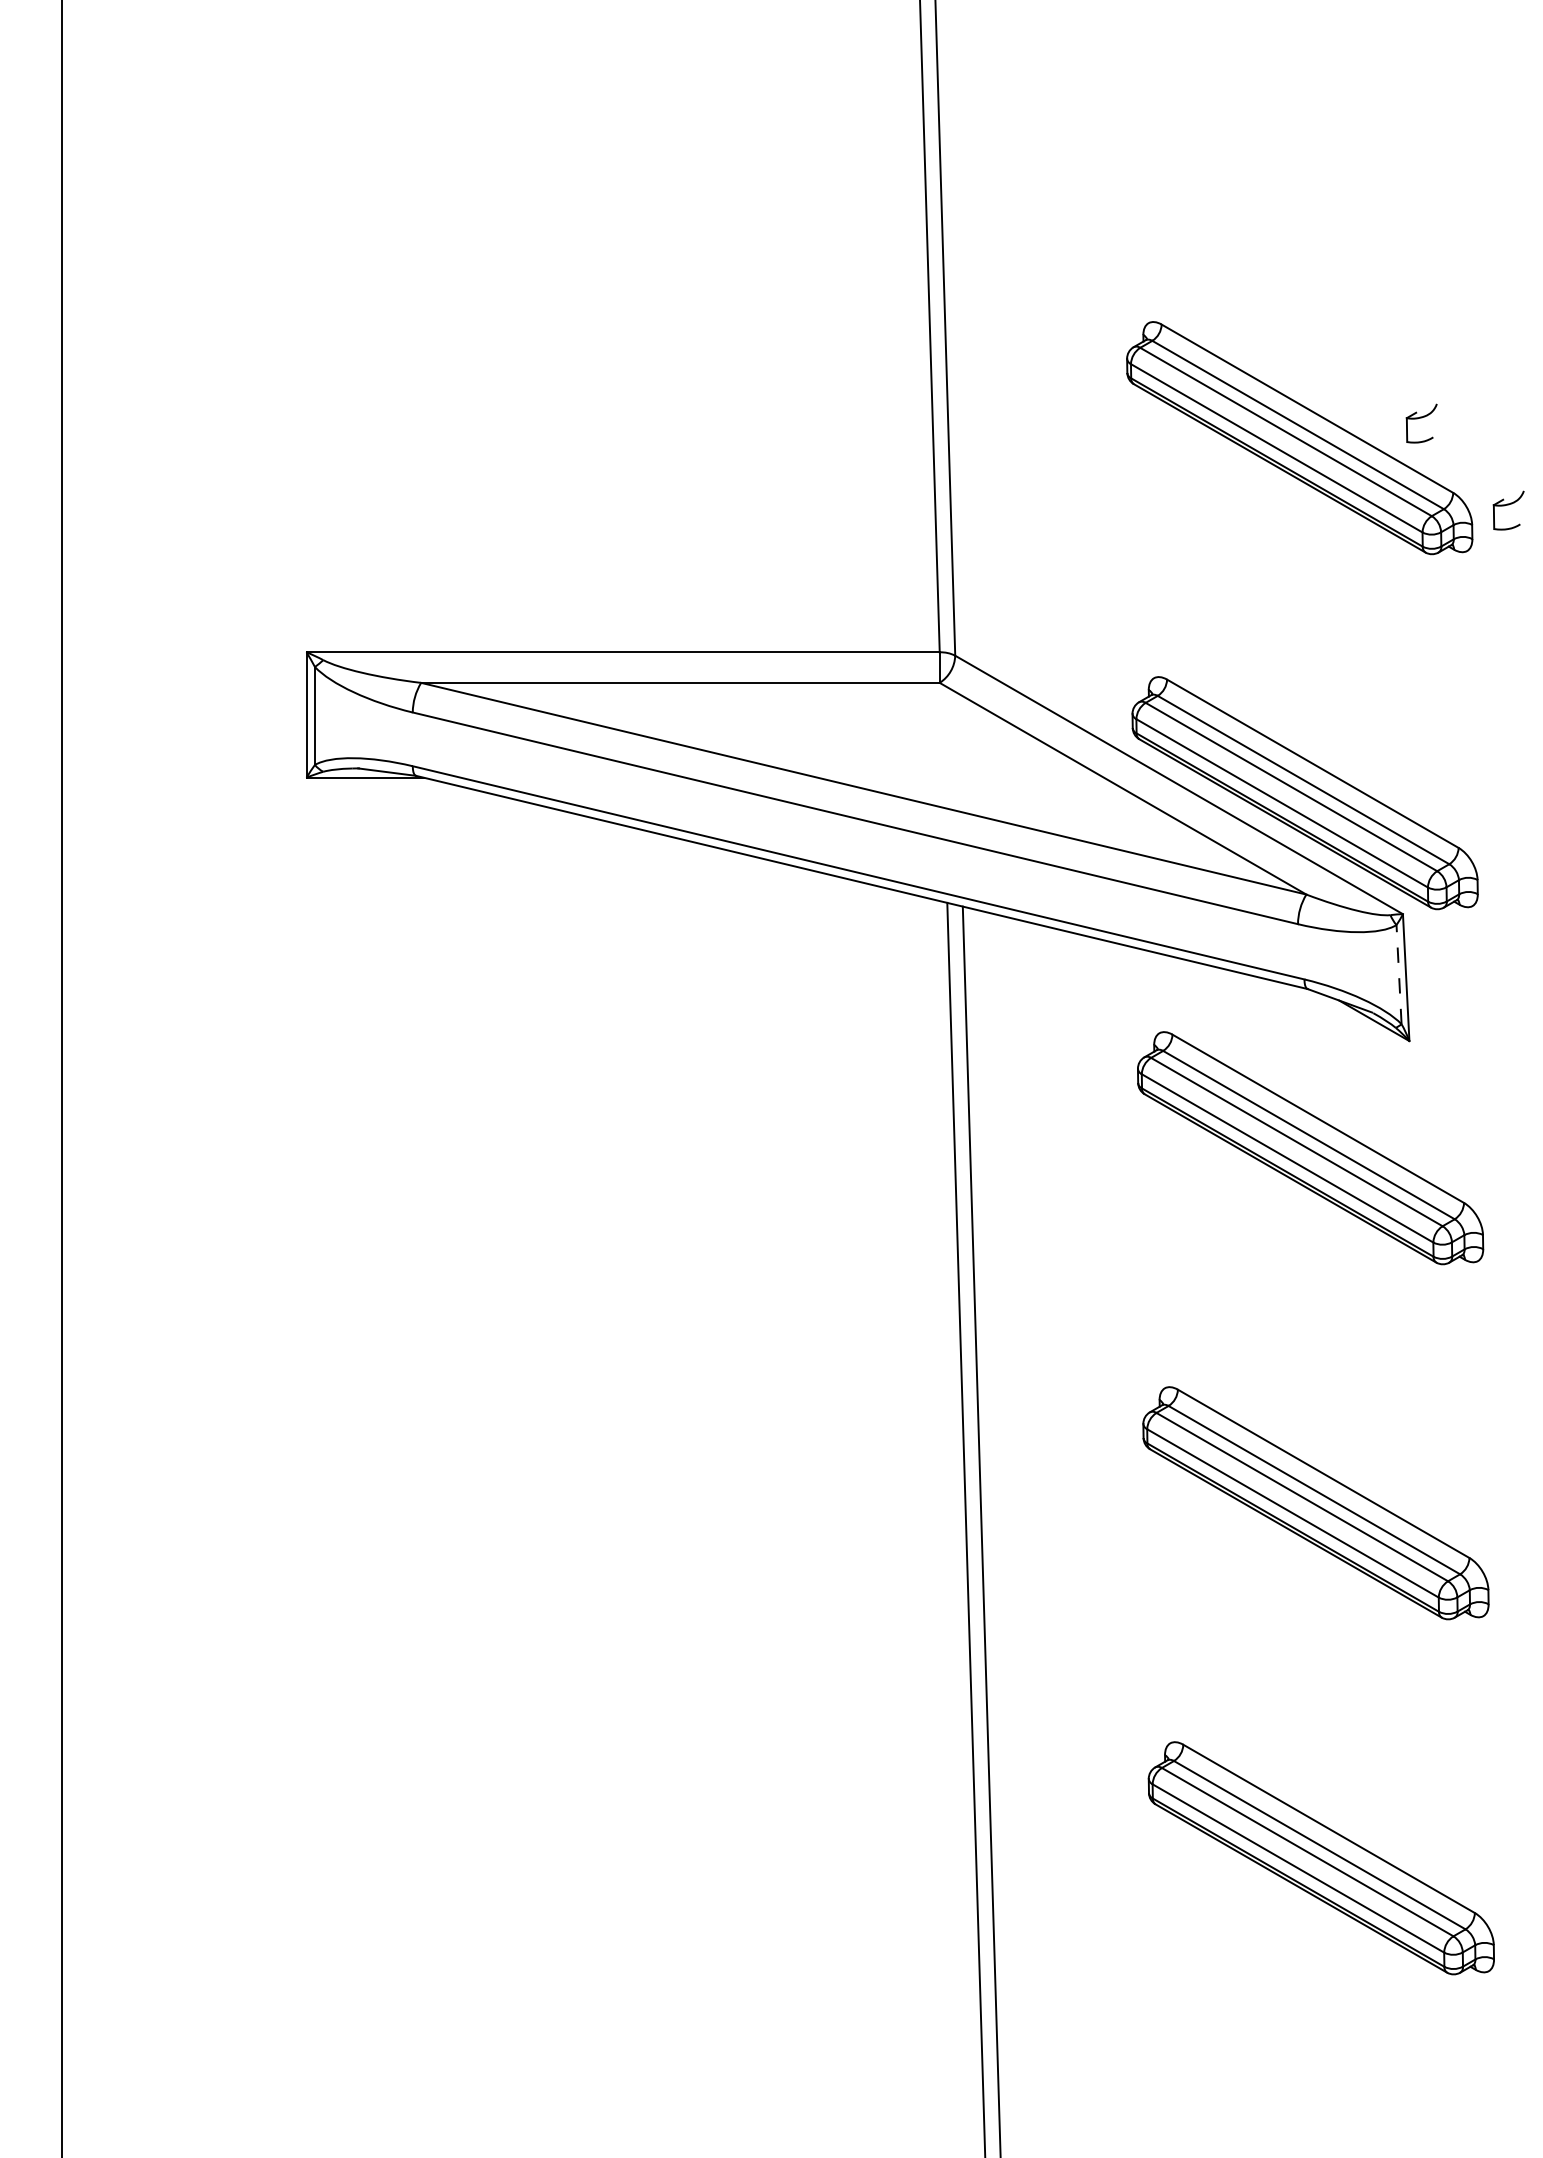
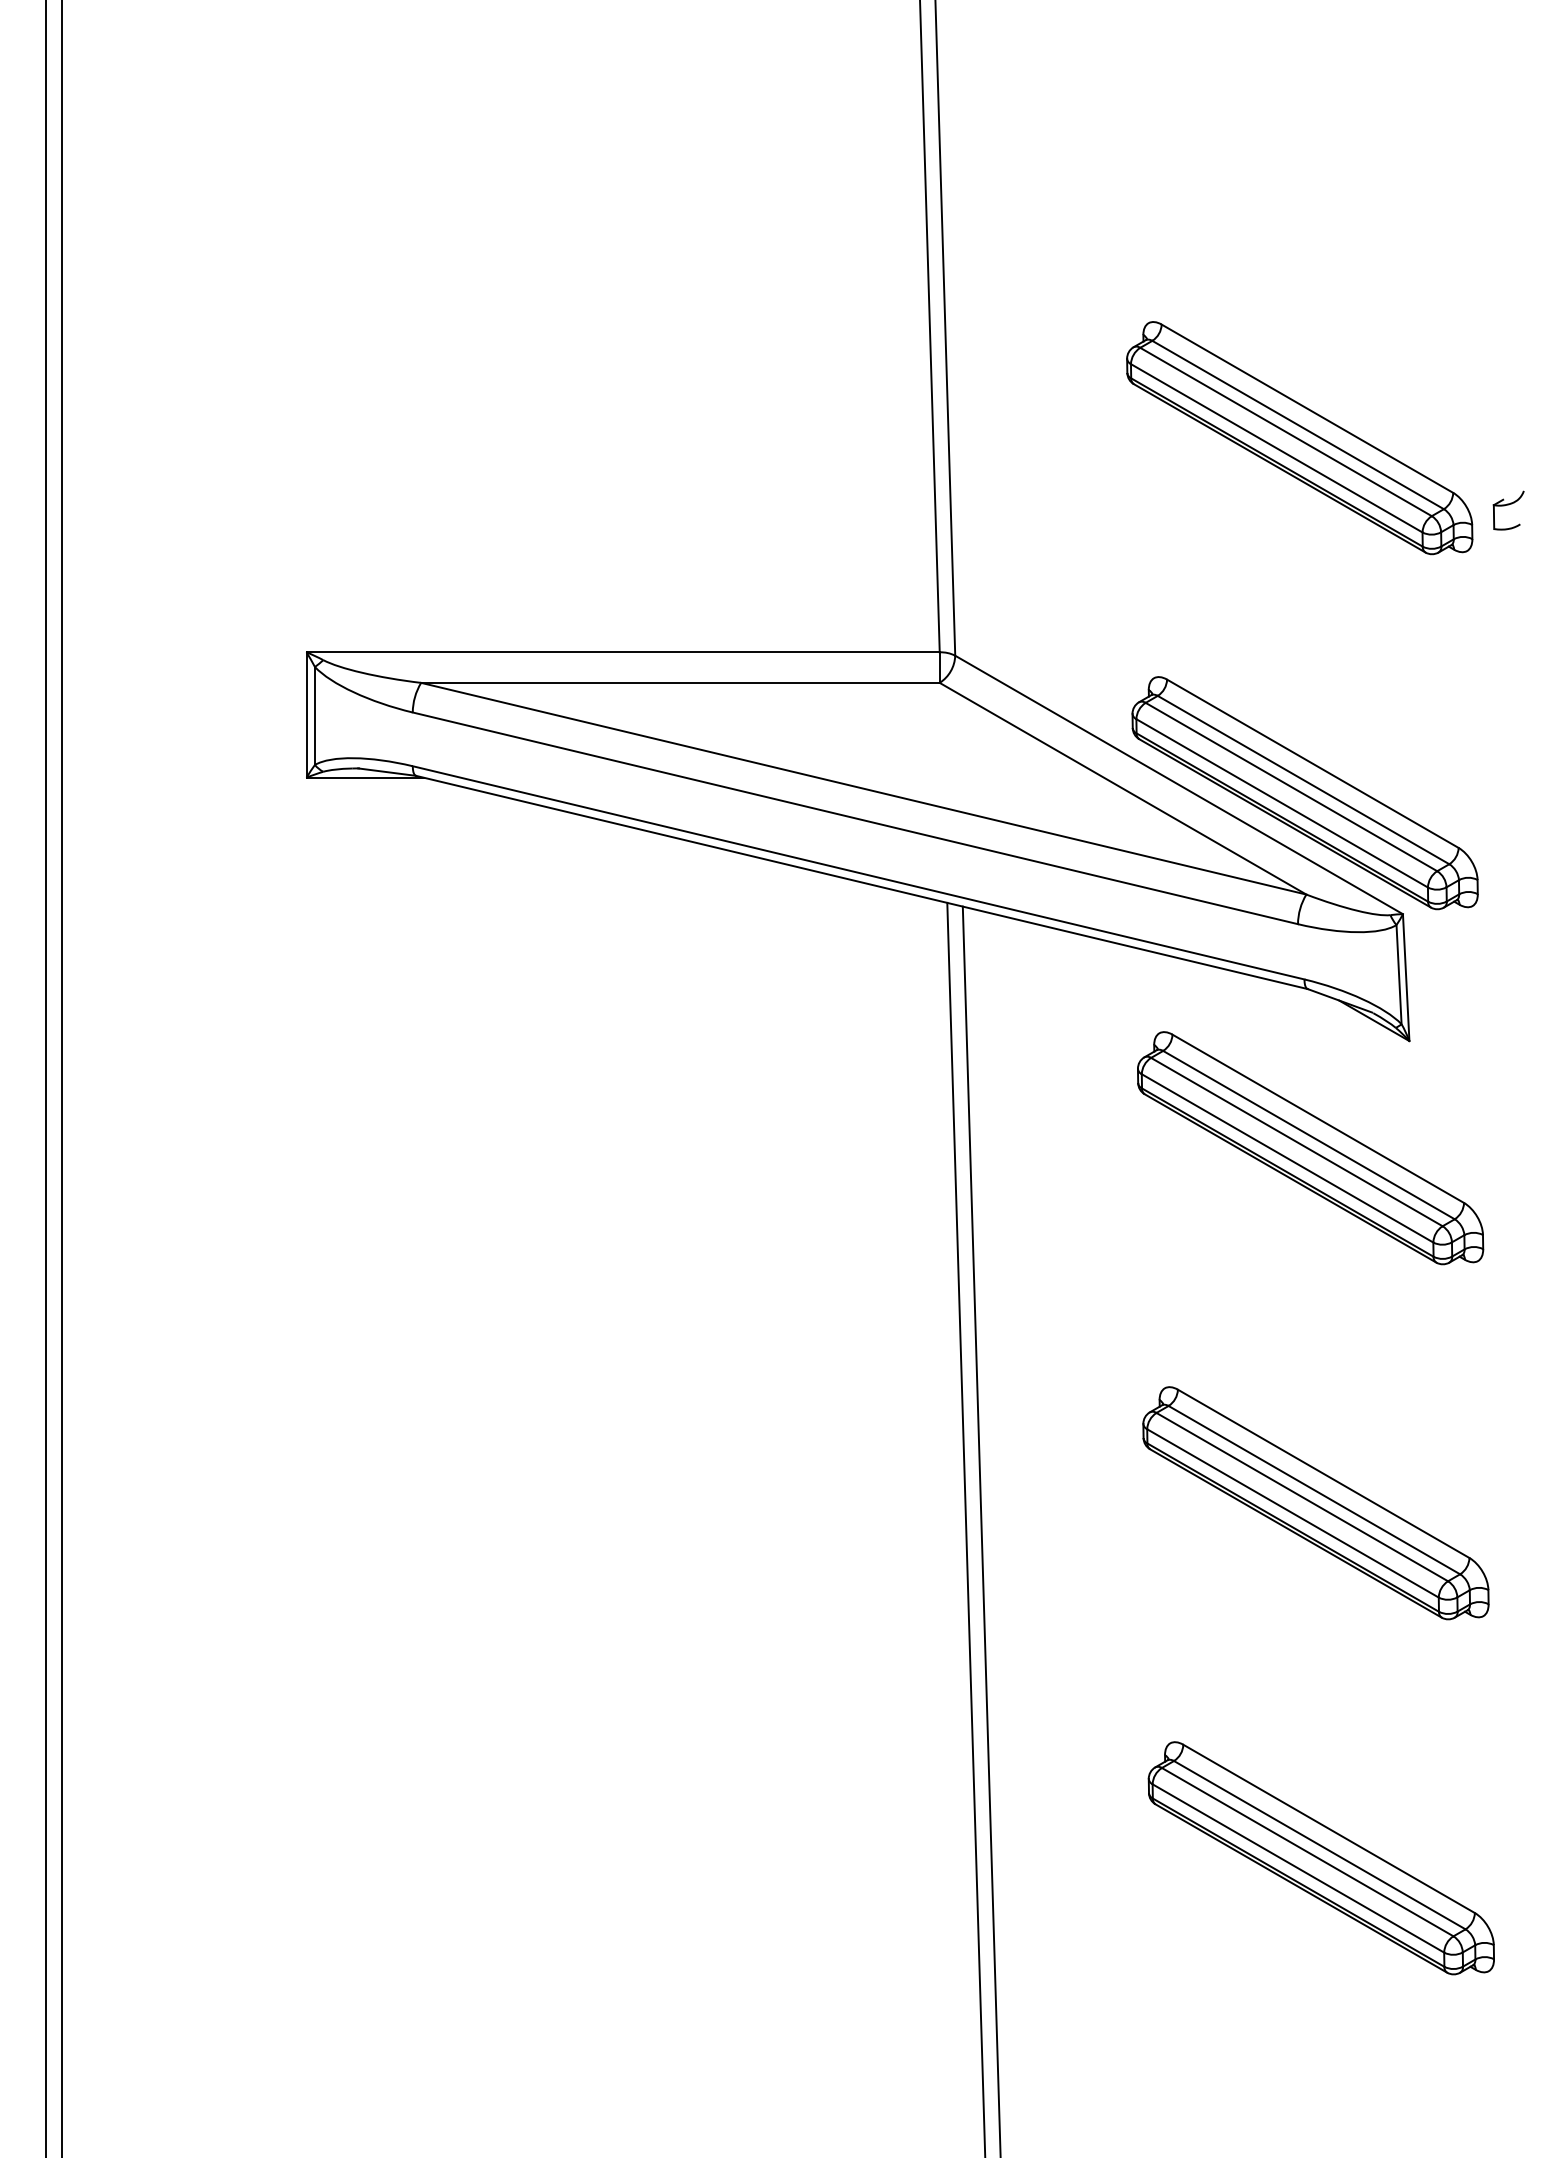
part at (1421, 423): present -> none
line at (1399, 974): dashed -> solid
line at (46, 1078): none -> present
